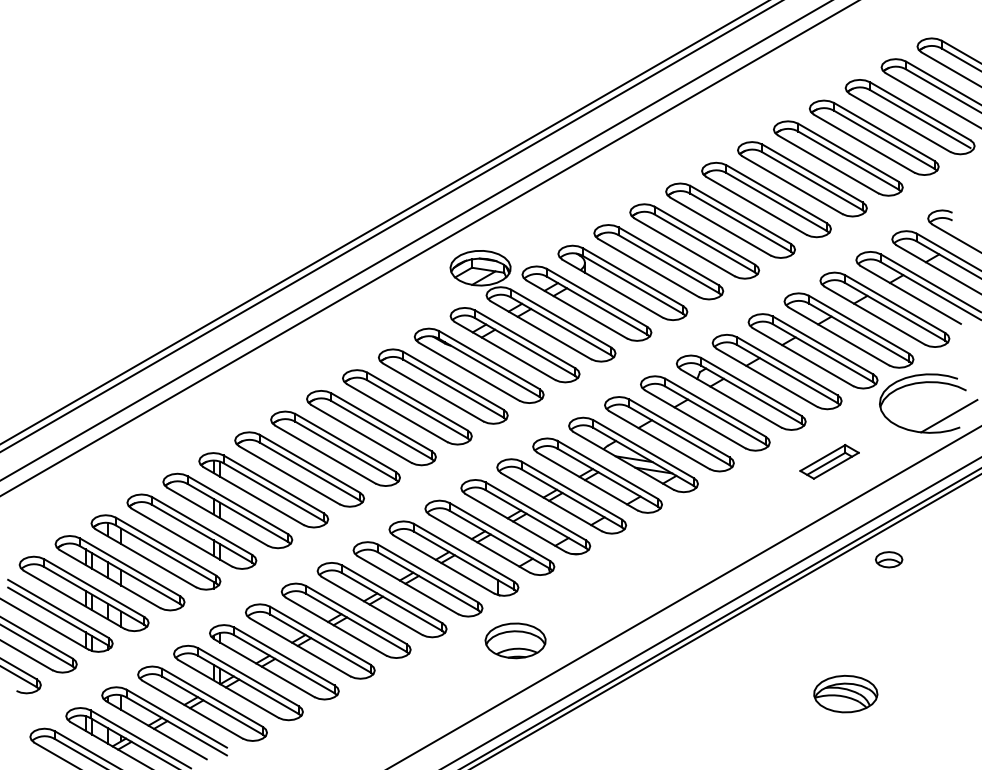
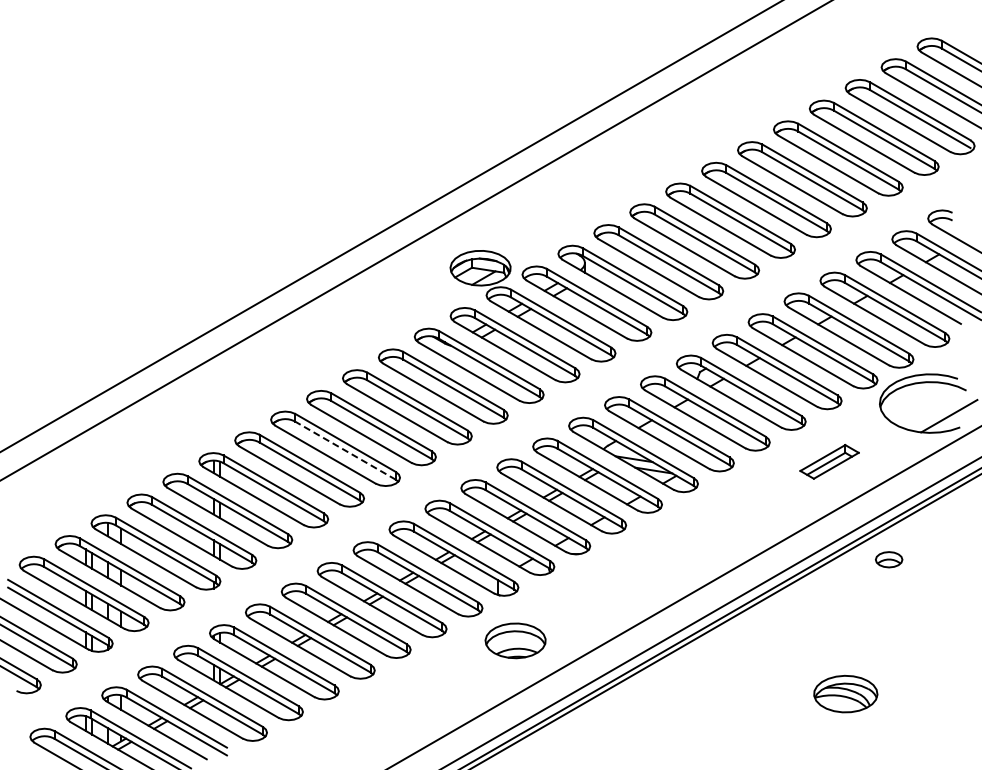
line at (384, 222): present -> none
line at (428, 248): present -> none
line at (345, 450): solid -> dashed
